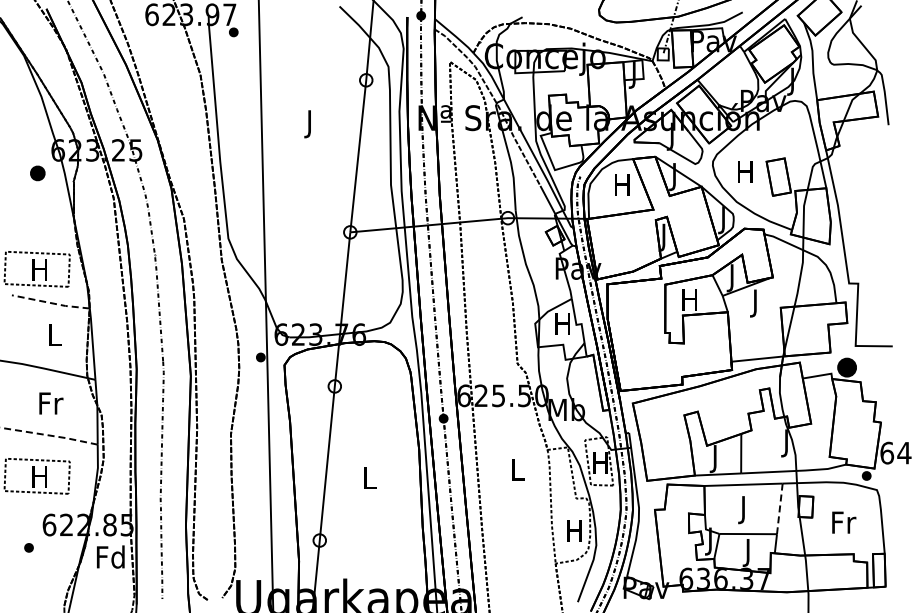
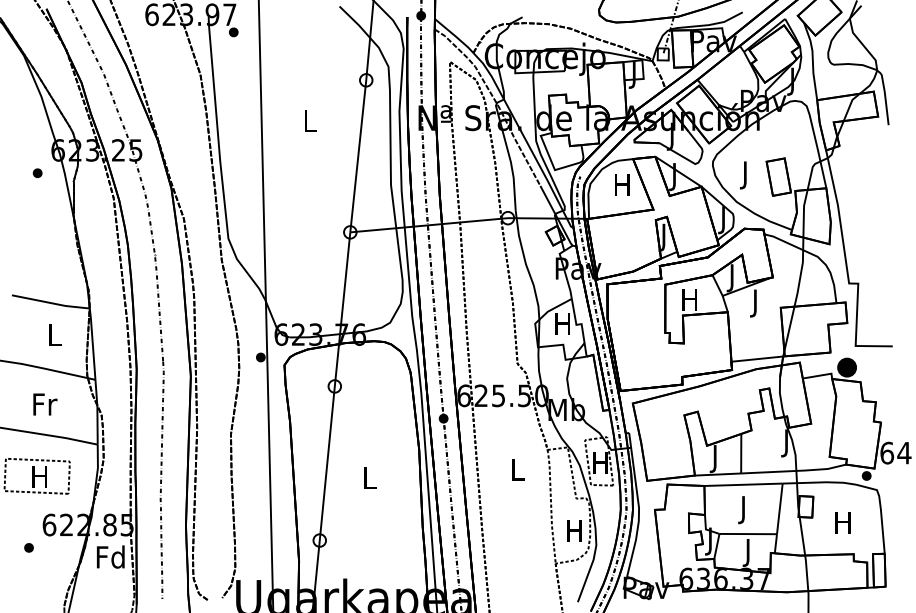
text at (310, 124): J -> L
part at (37, 173) size: 16x17 px -> 11x10 px
text at (745, 175): H -> J
part at (36, 269): present -> none
line at (50, 303): dashed -> solid
text at (51, 403) position: (51, 403) -> (45, 404)
line at (49, 435): dashed -> solid
line at (779, 509): dashed -> solid
text at (844, 522): Fr -> H
